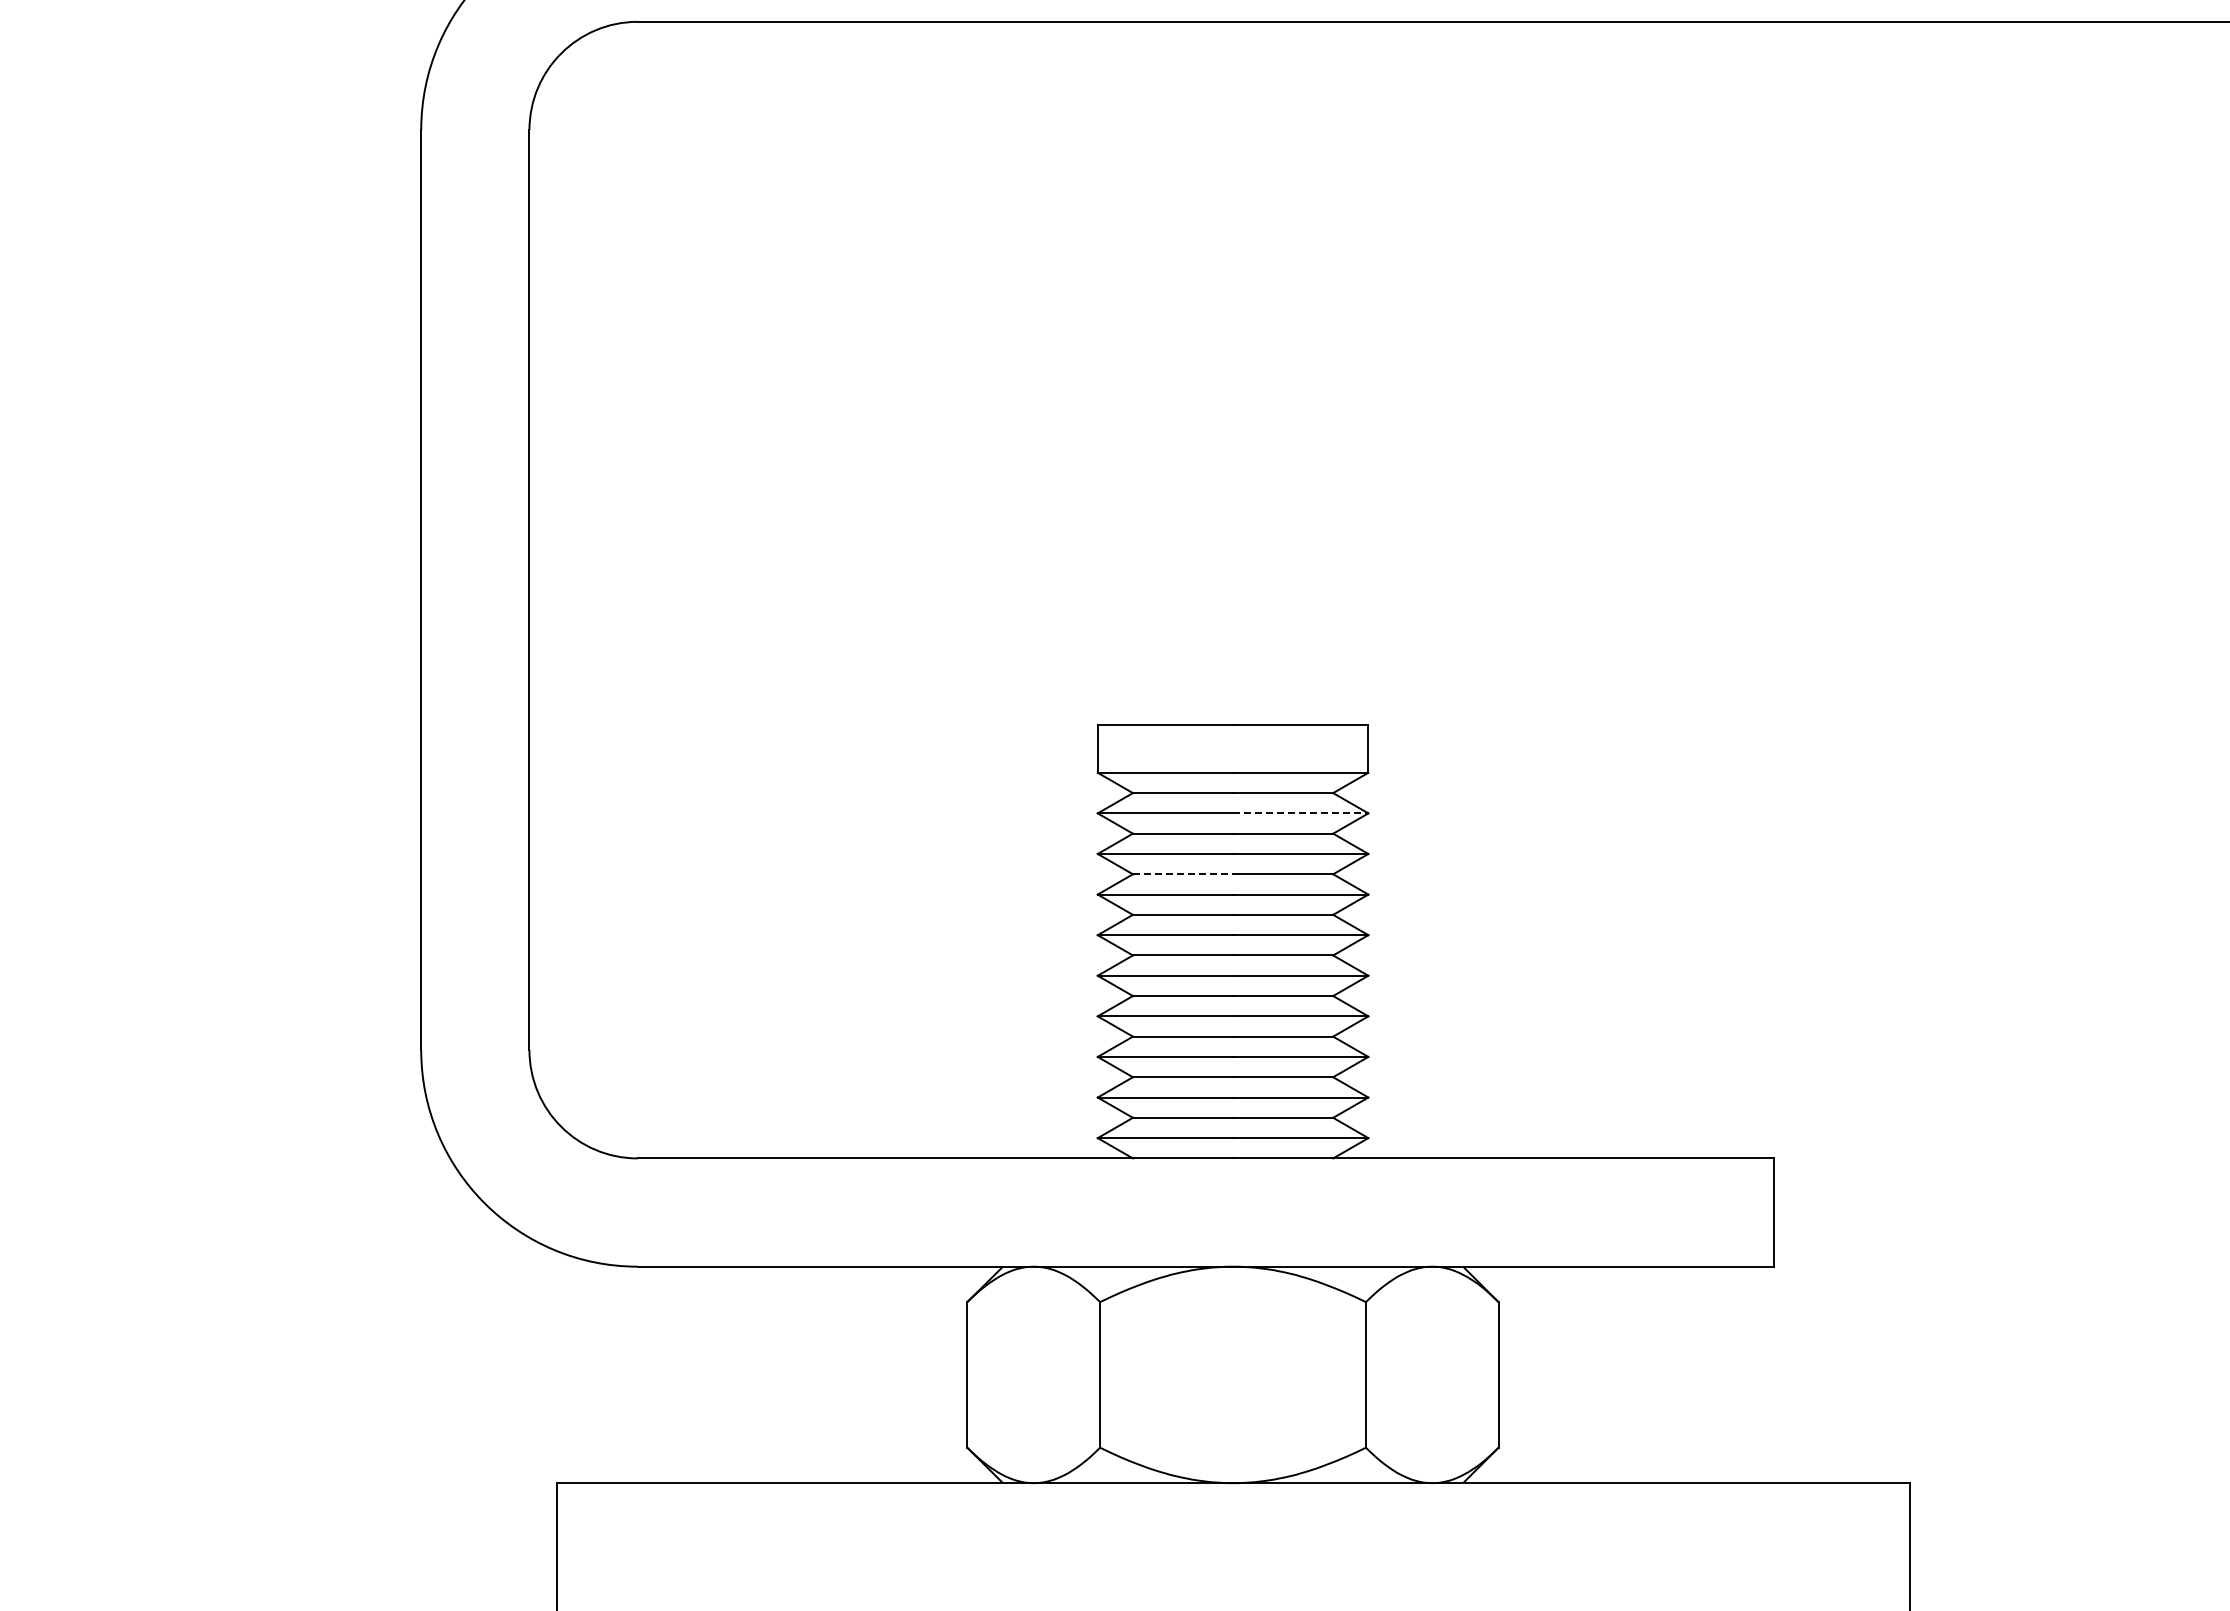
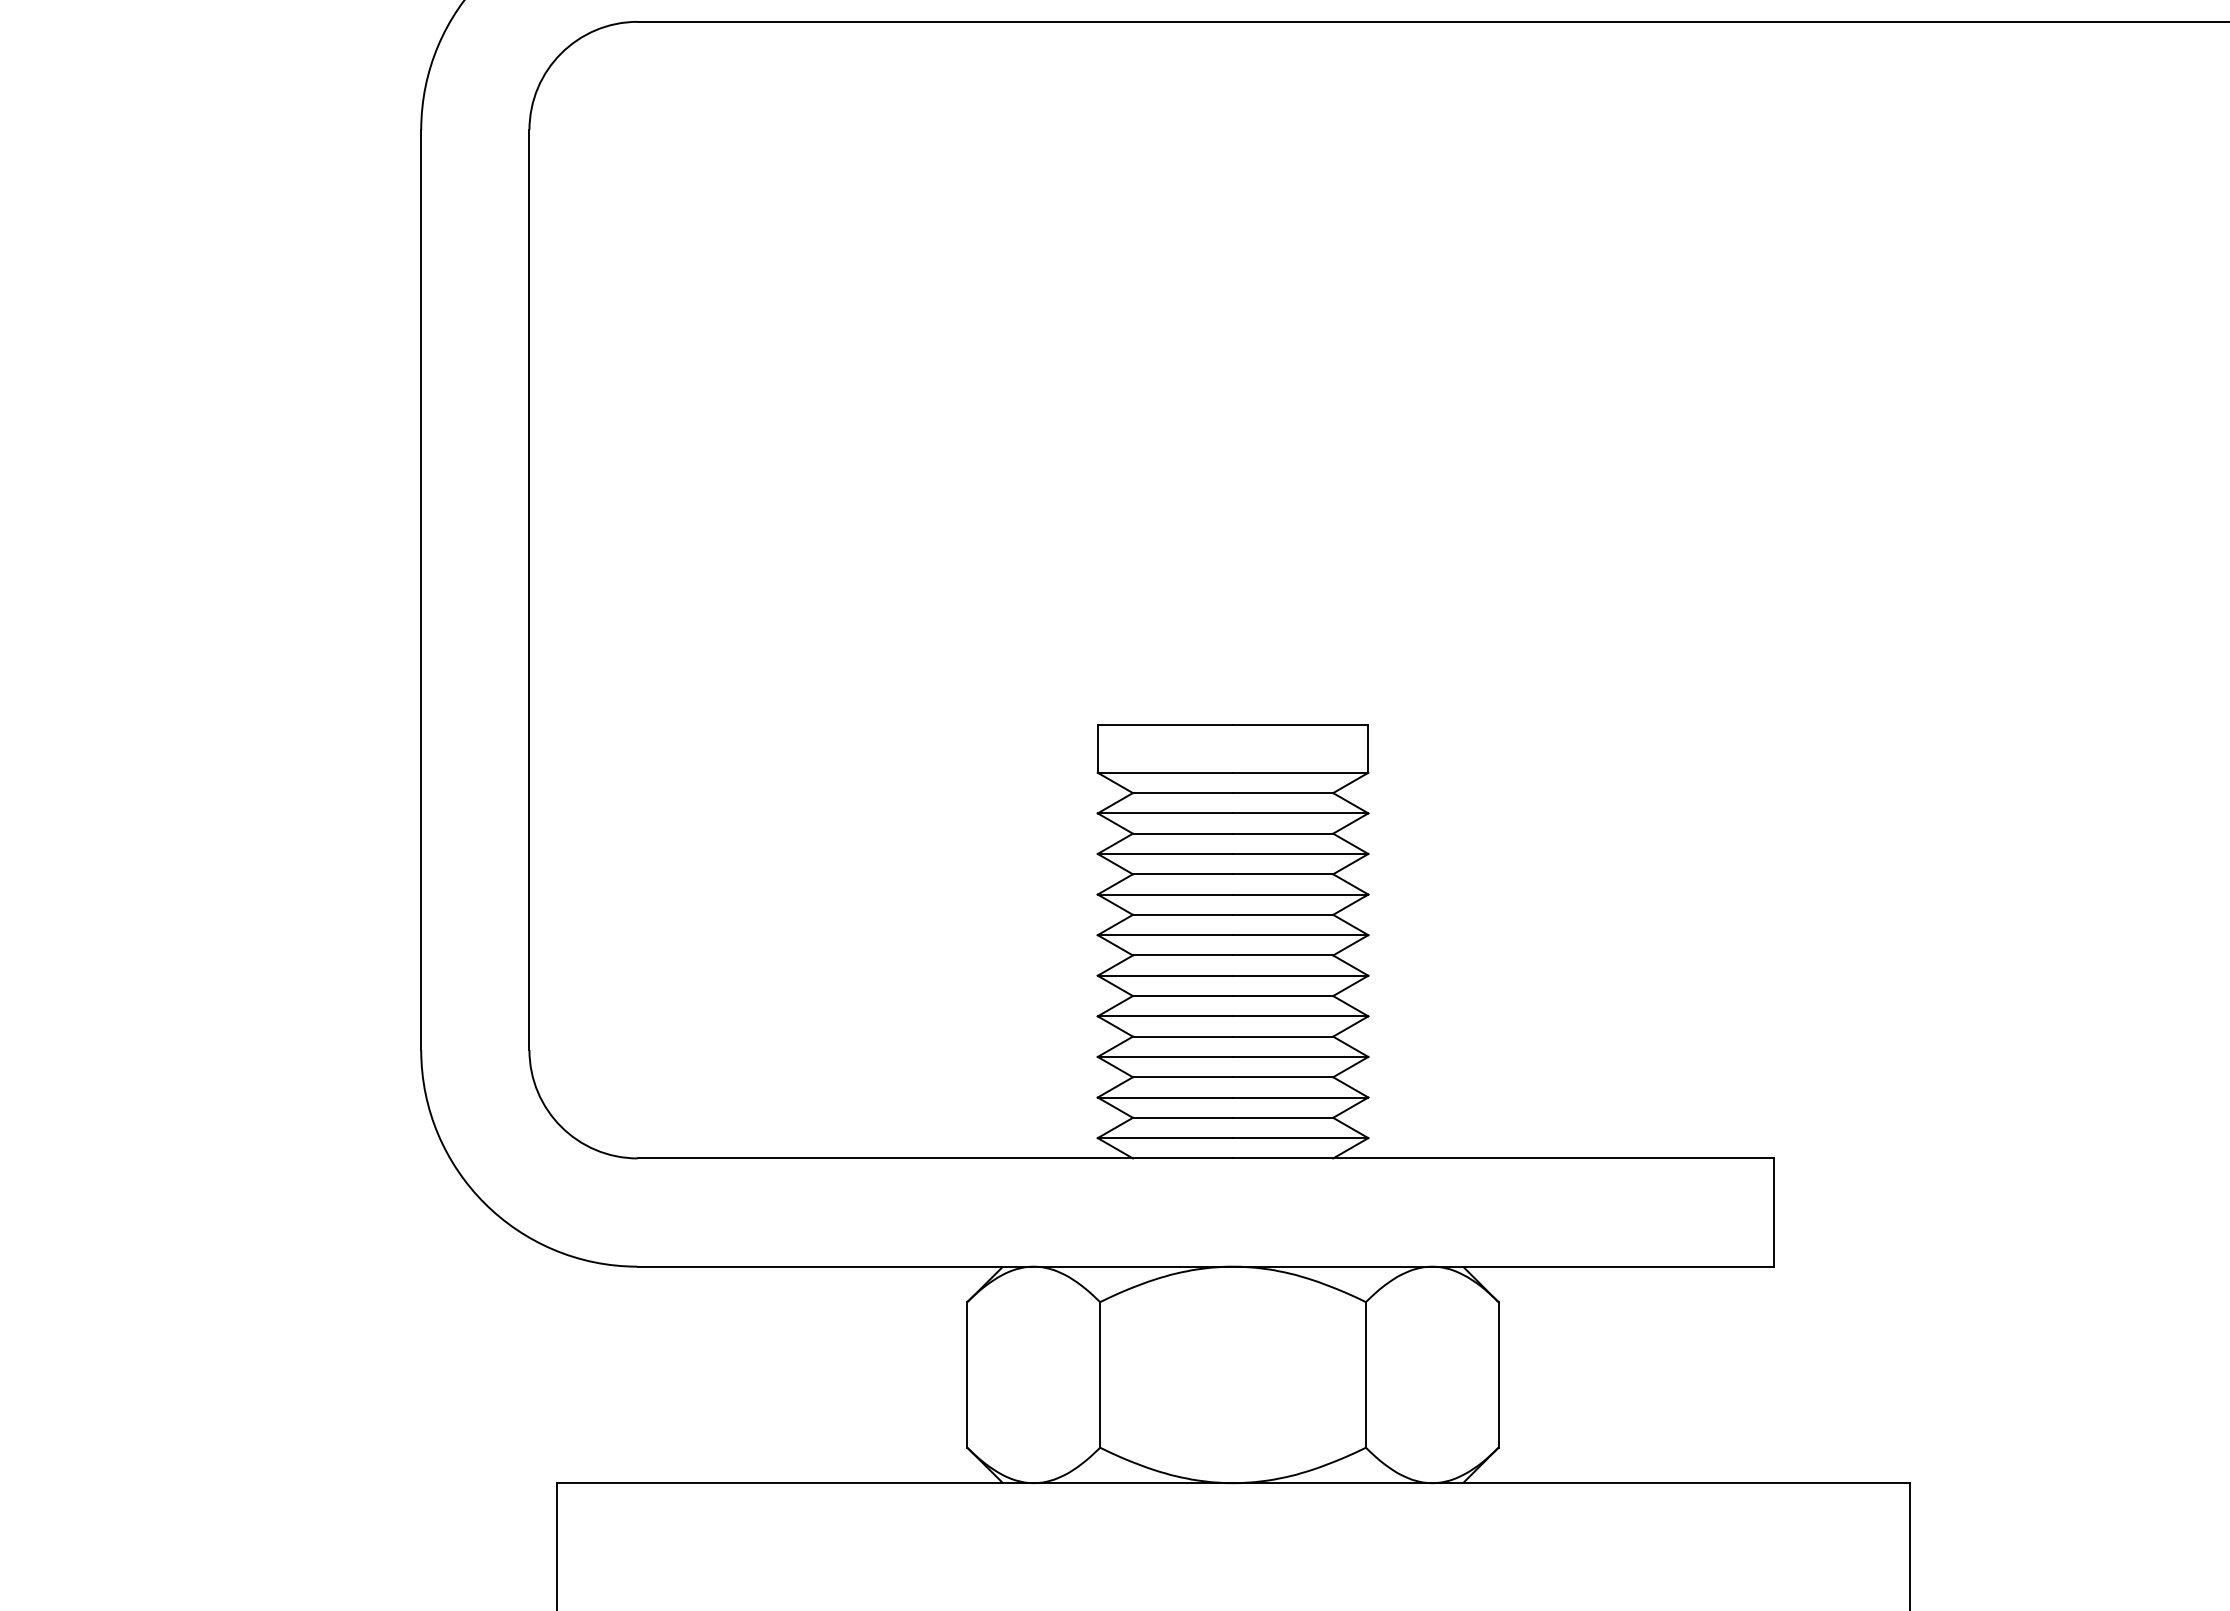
line at (1300, 813): dashed -> solid
line at (1183, 874): dashed -> solid
